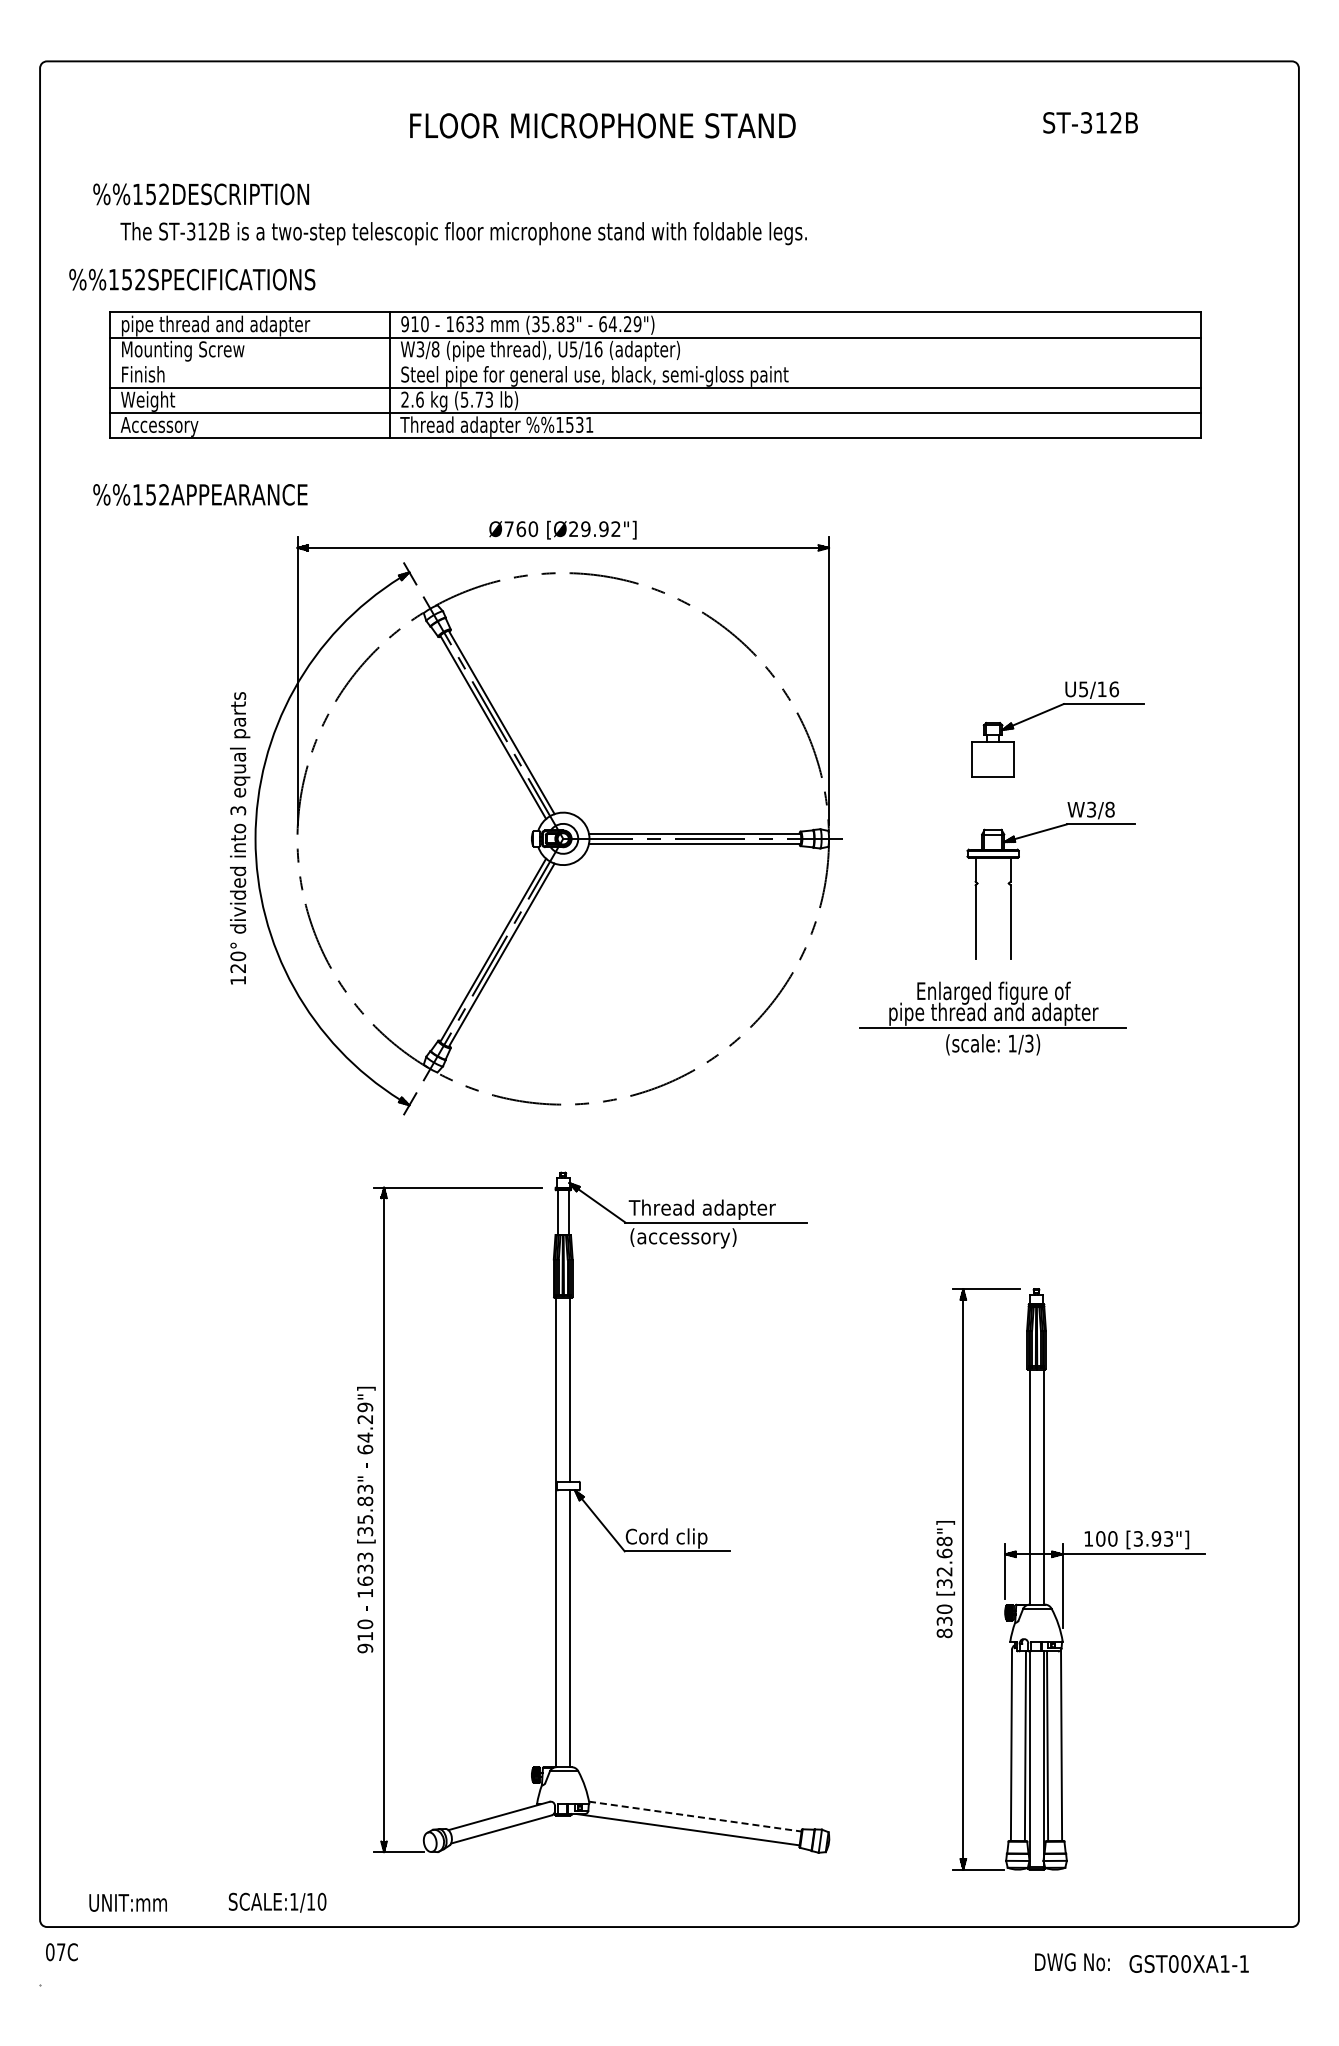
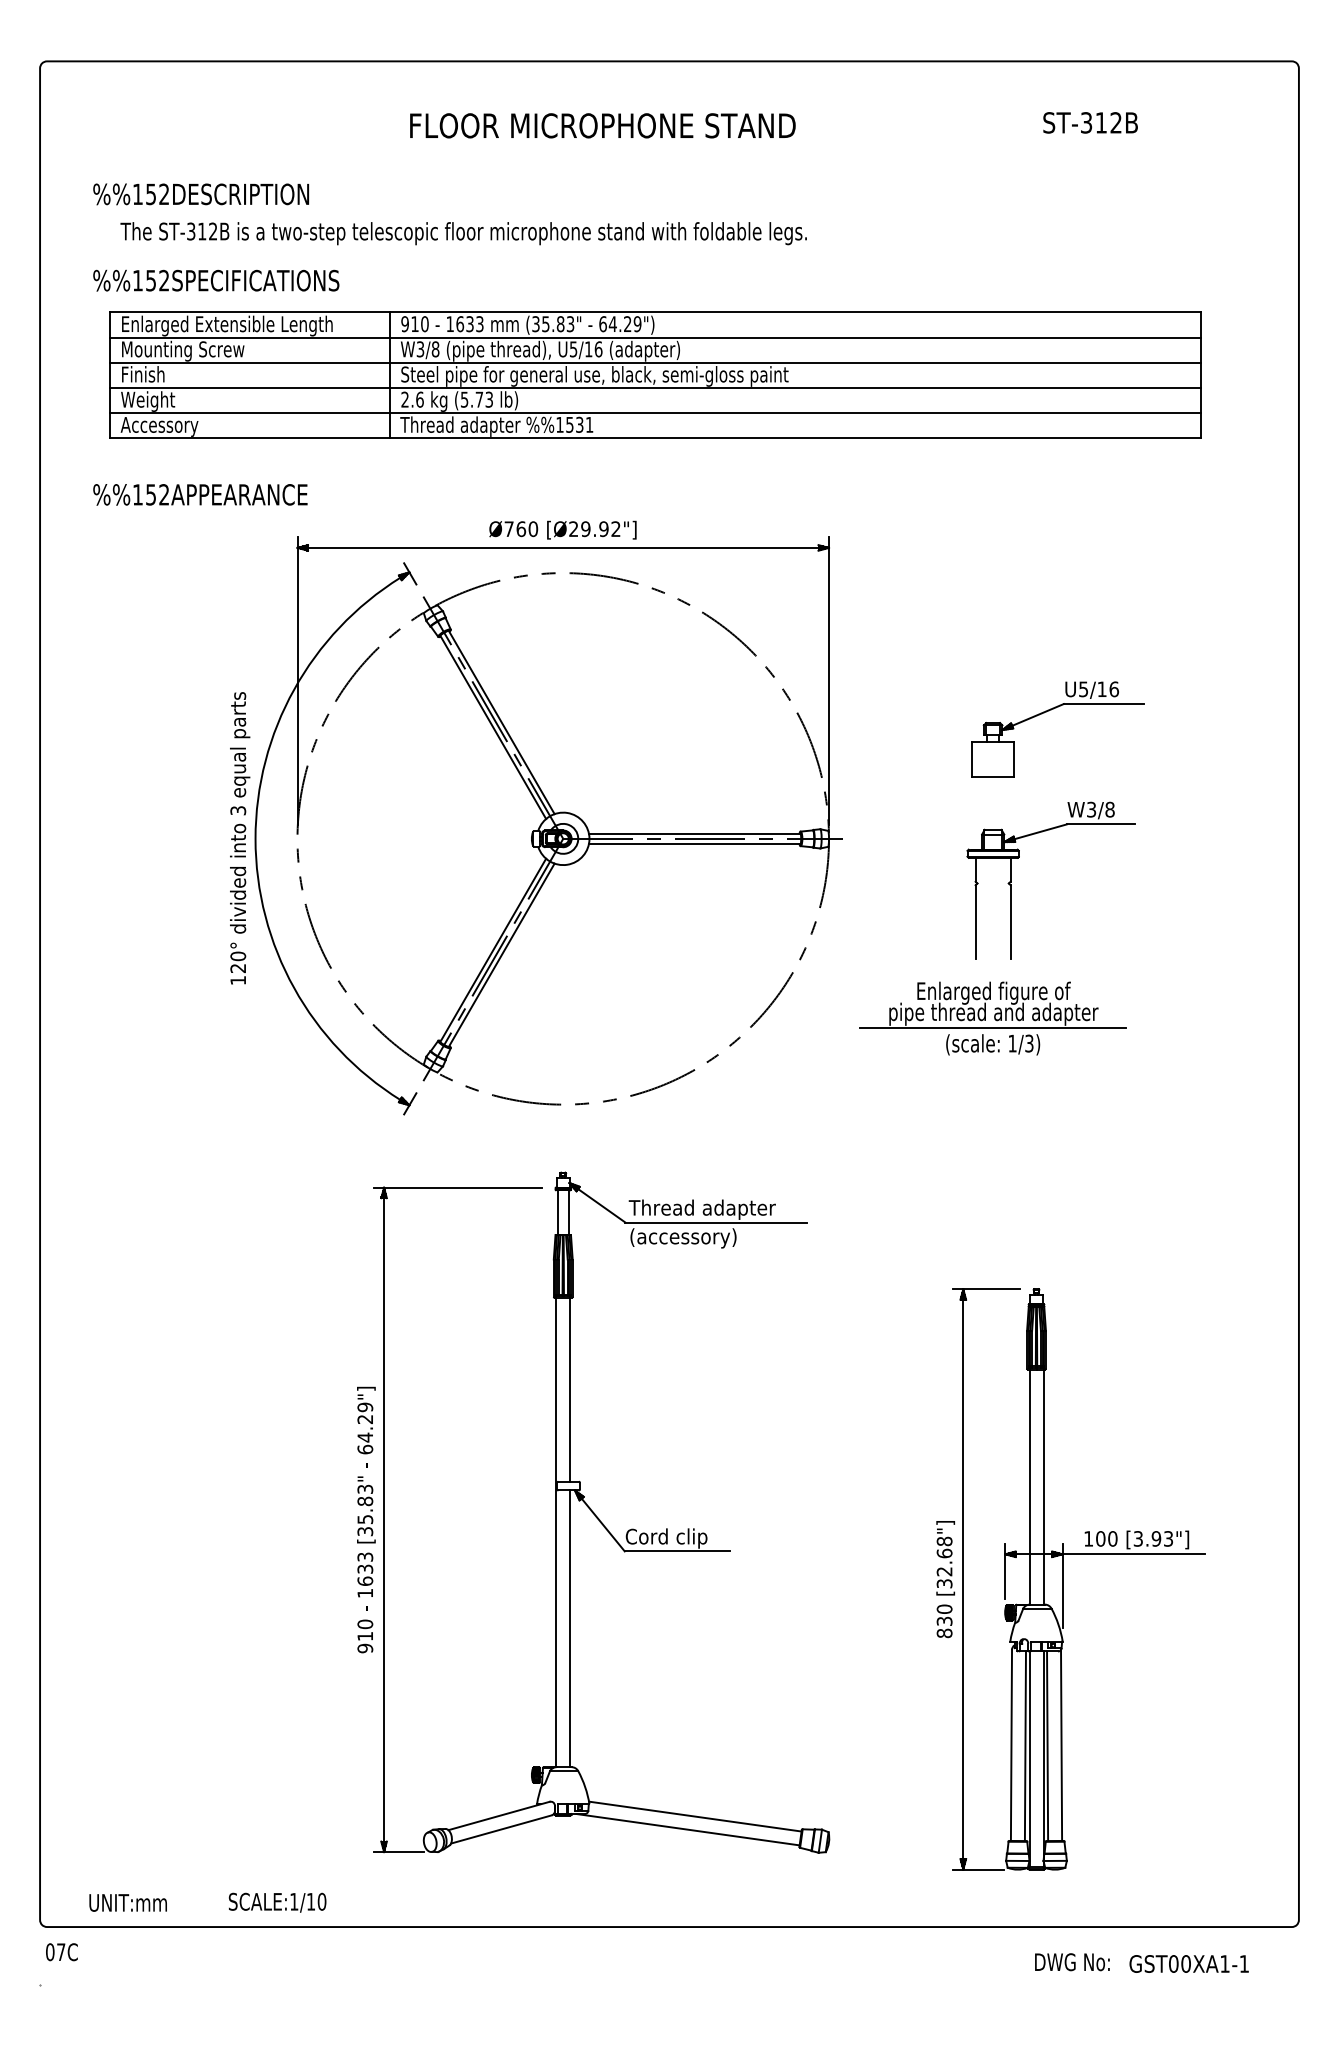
text at (192, 279) position: (192, 279) -> (216, 280)
text at (227, 325): pipe thread and adapter -> Enlarged Extensible Length
line at (655, 362): none -> present
line at (695, 1816): dashed -> solid
